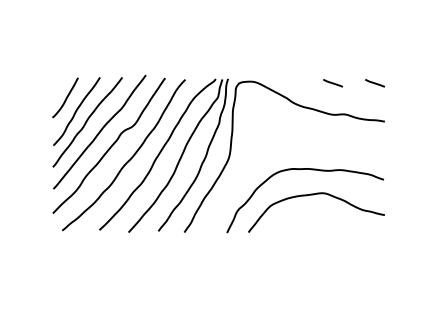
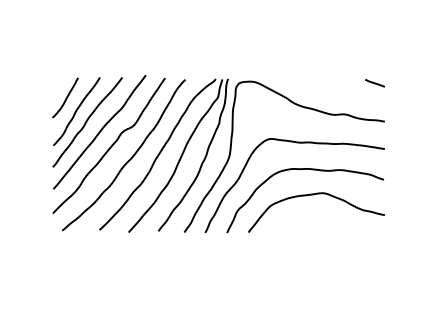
line at (332, 83): present -> none
curve at (296, 143): none -> present
